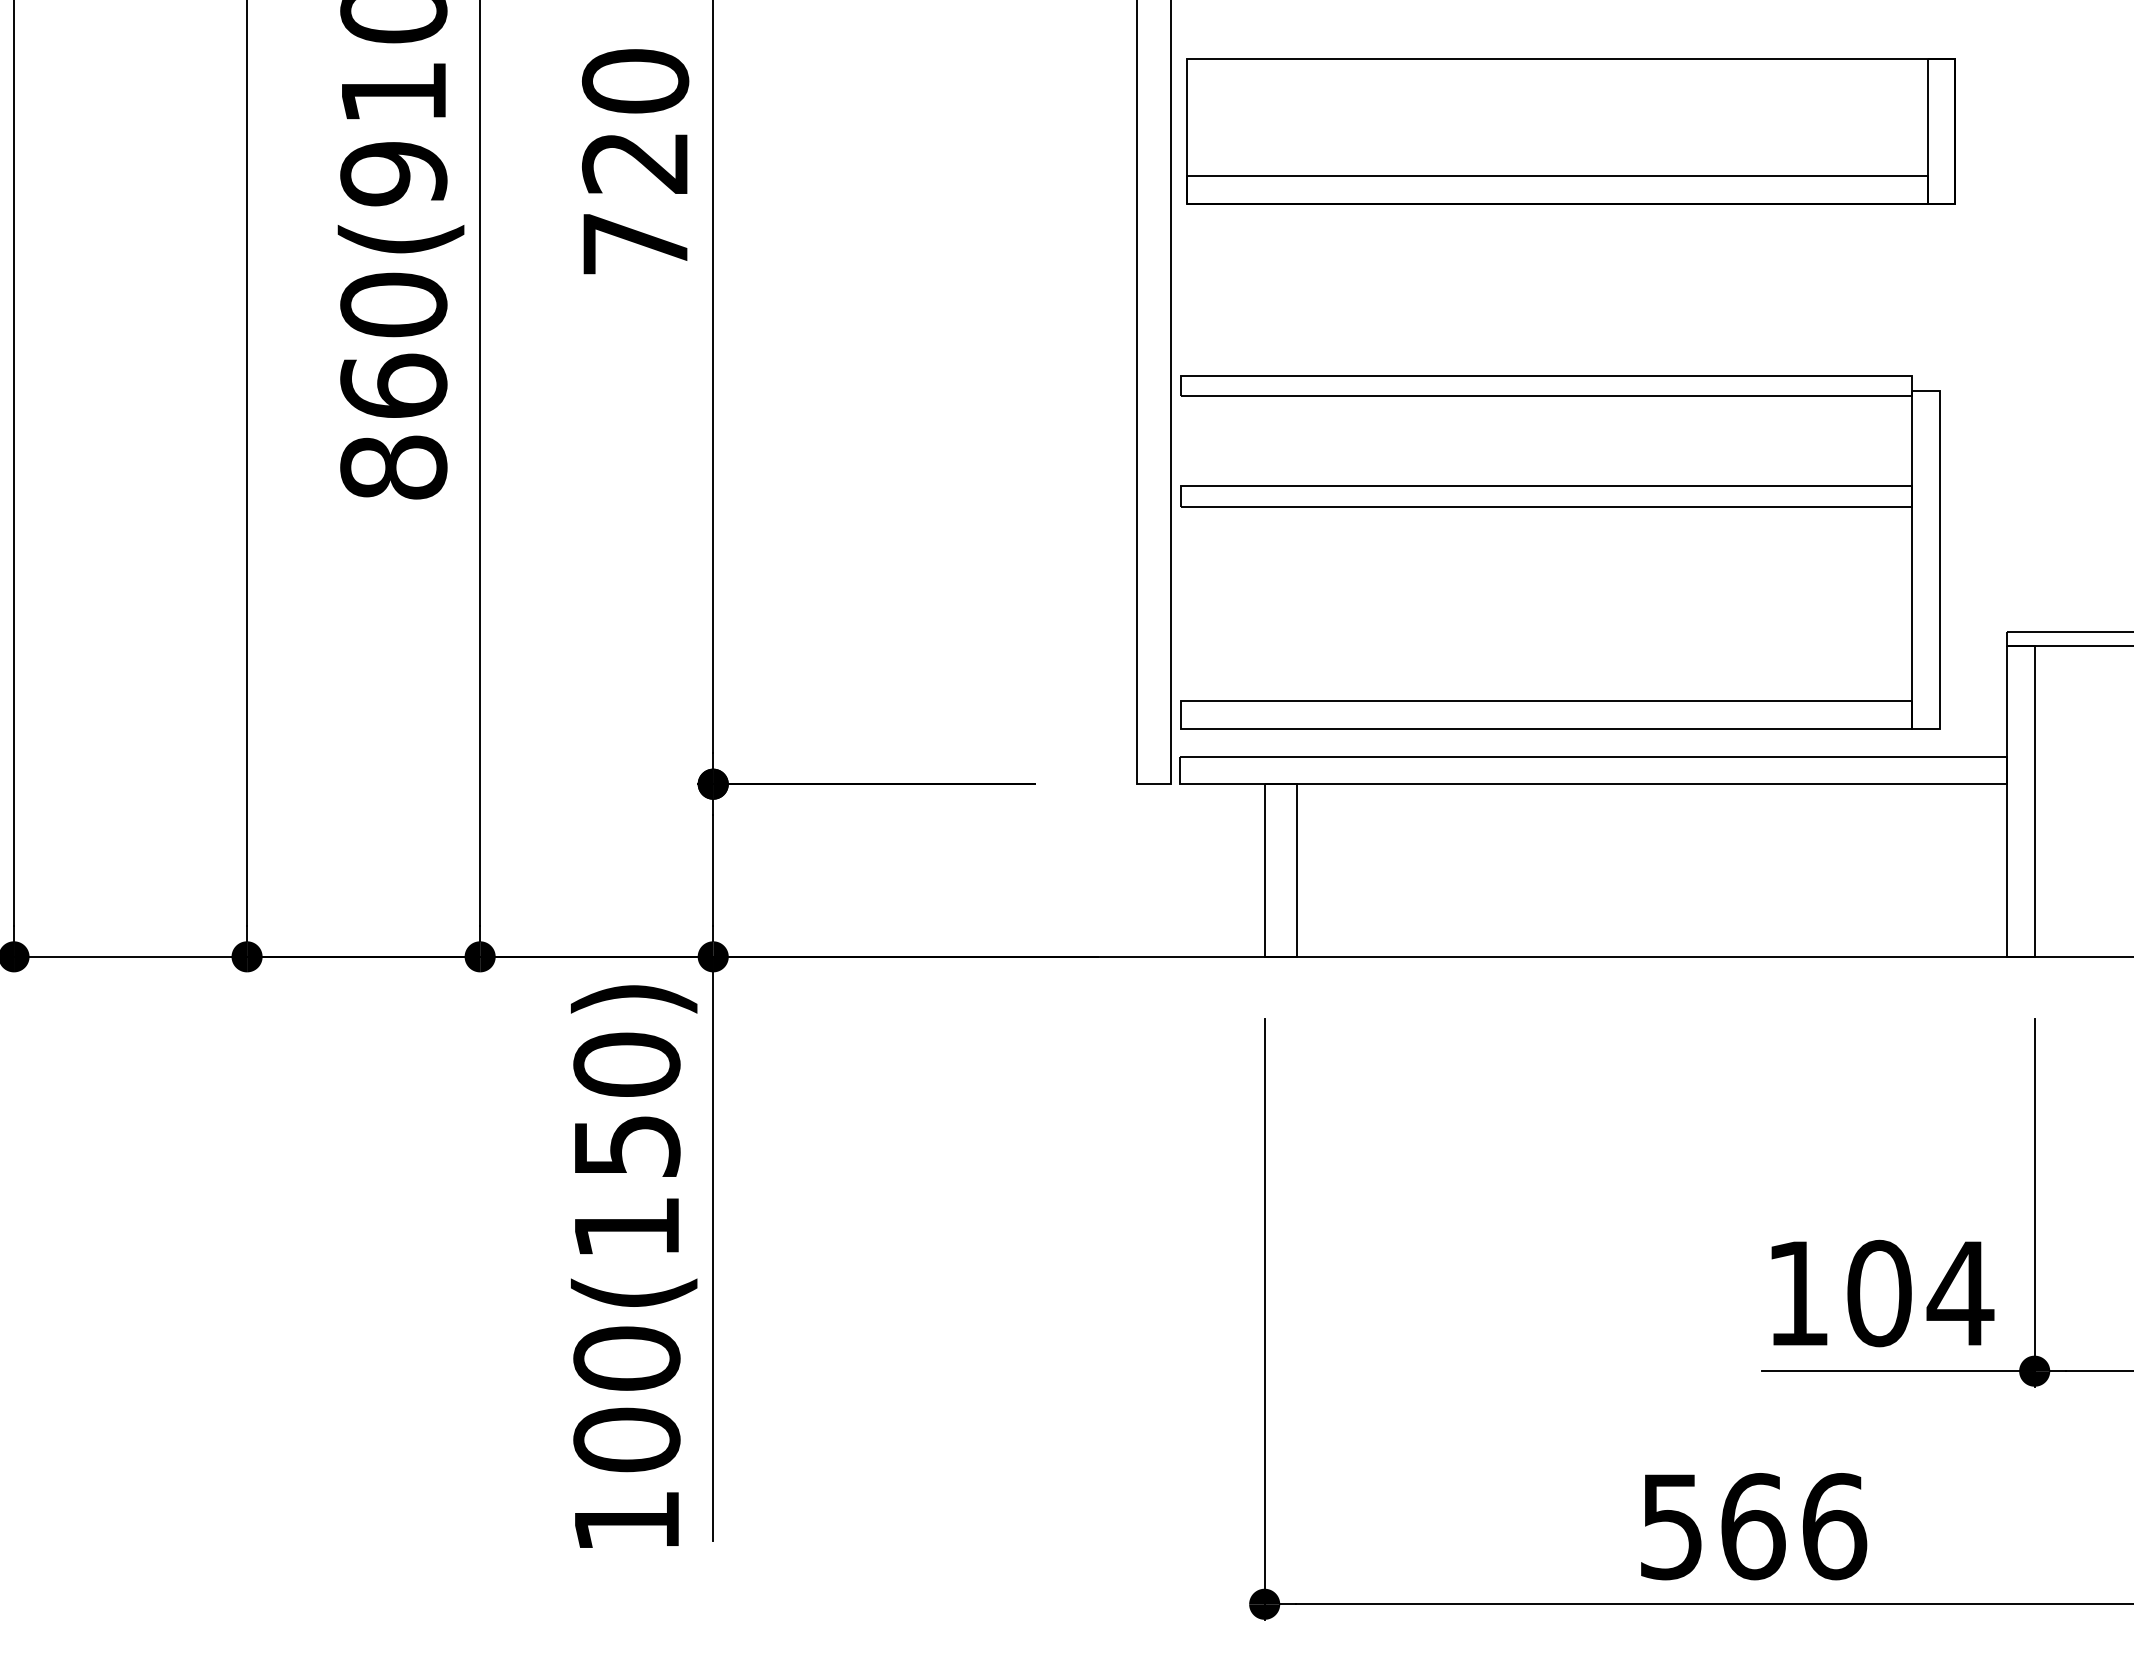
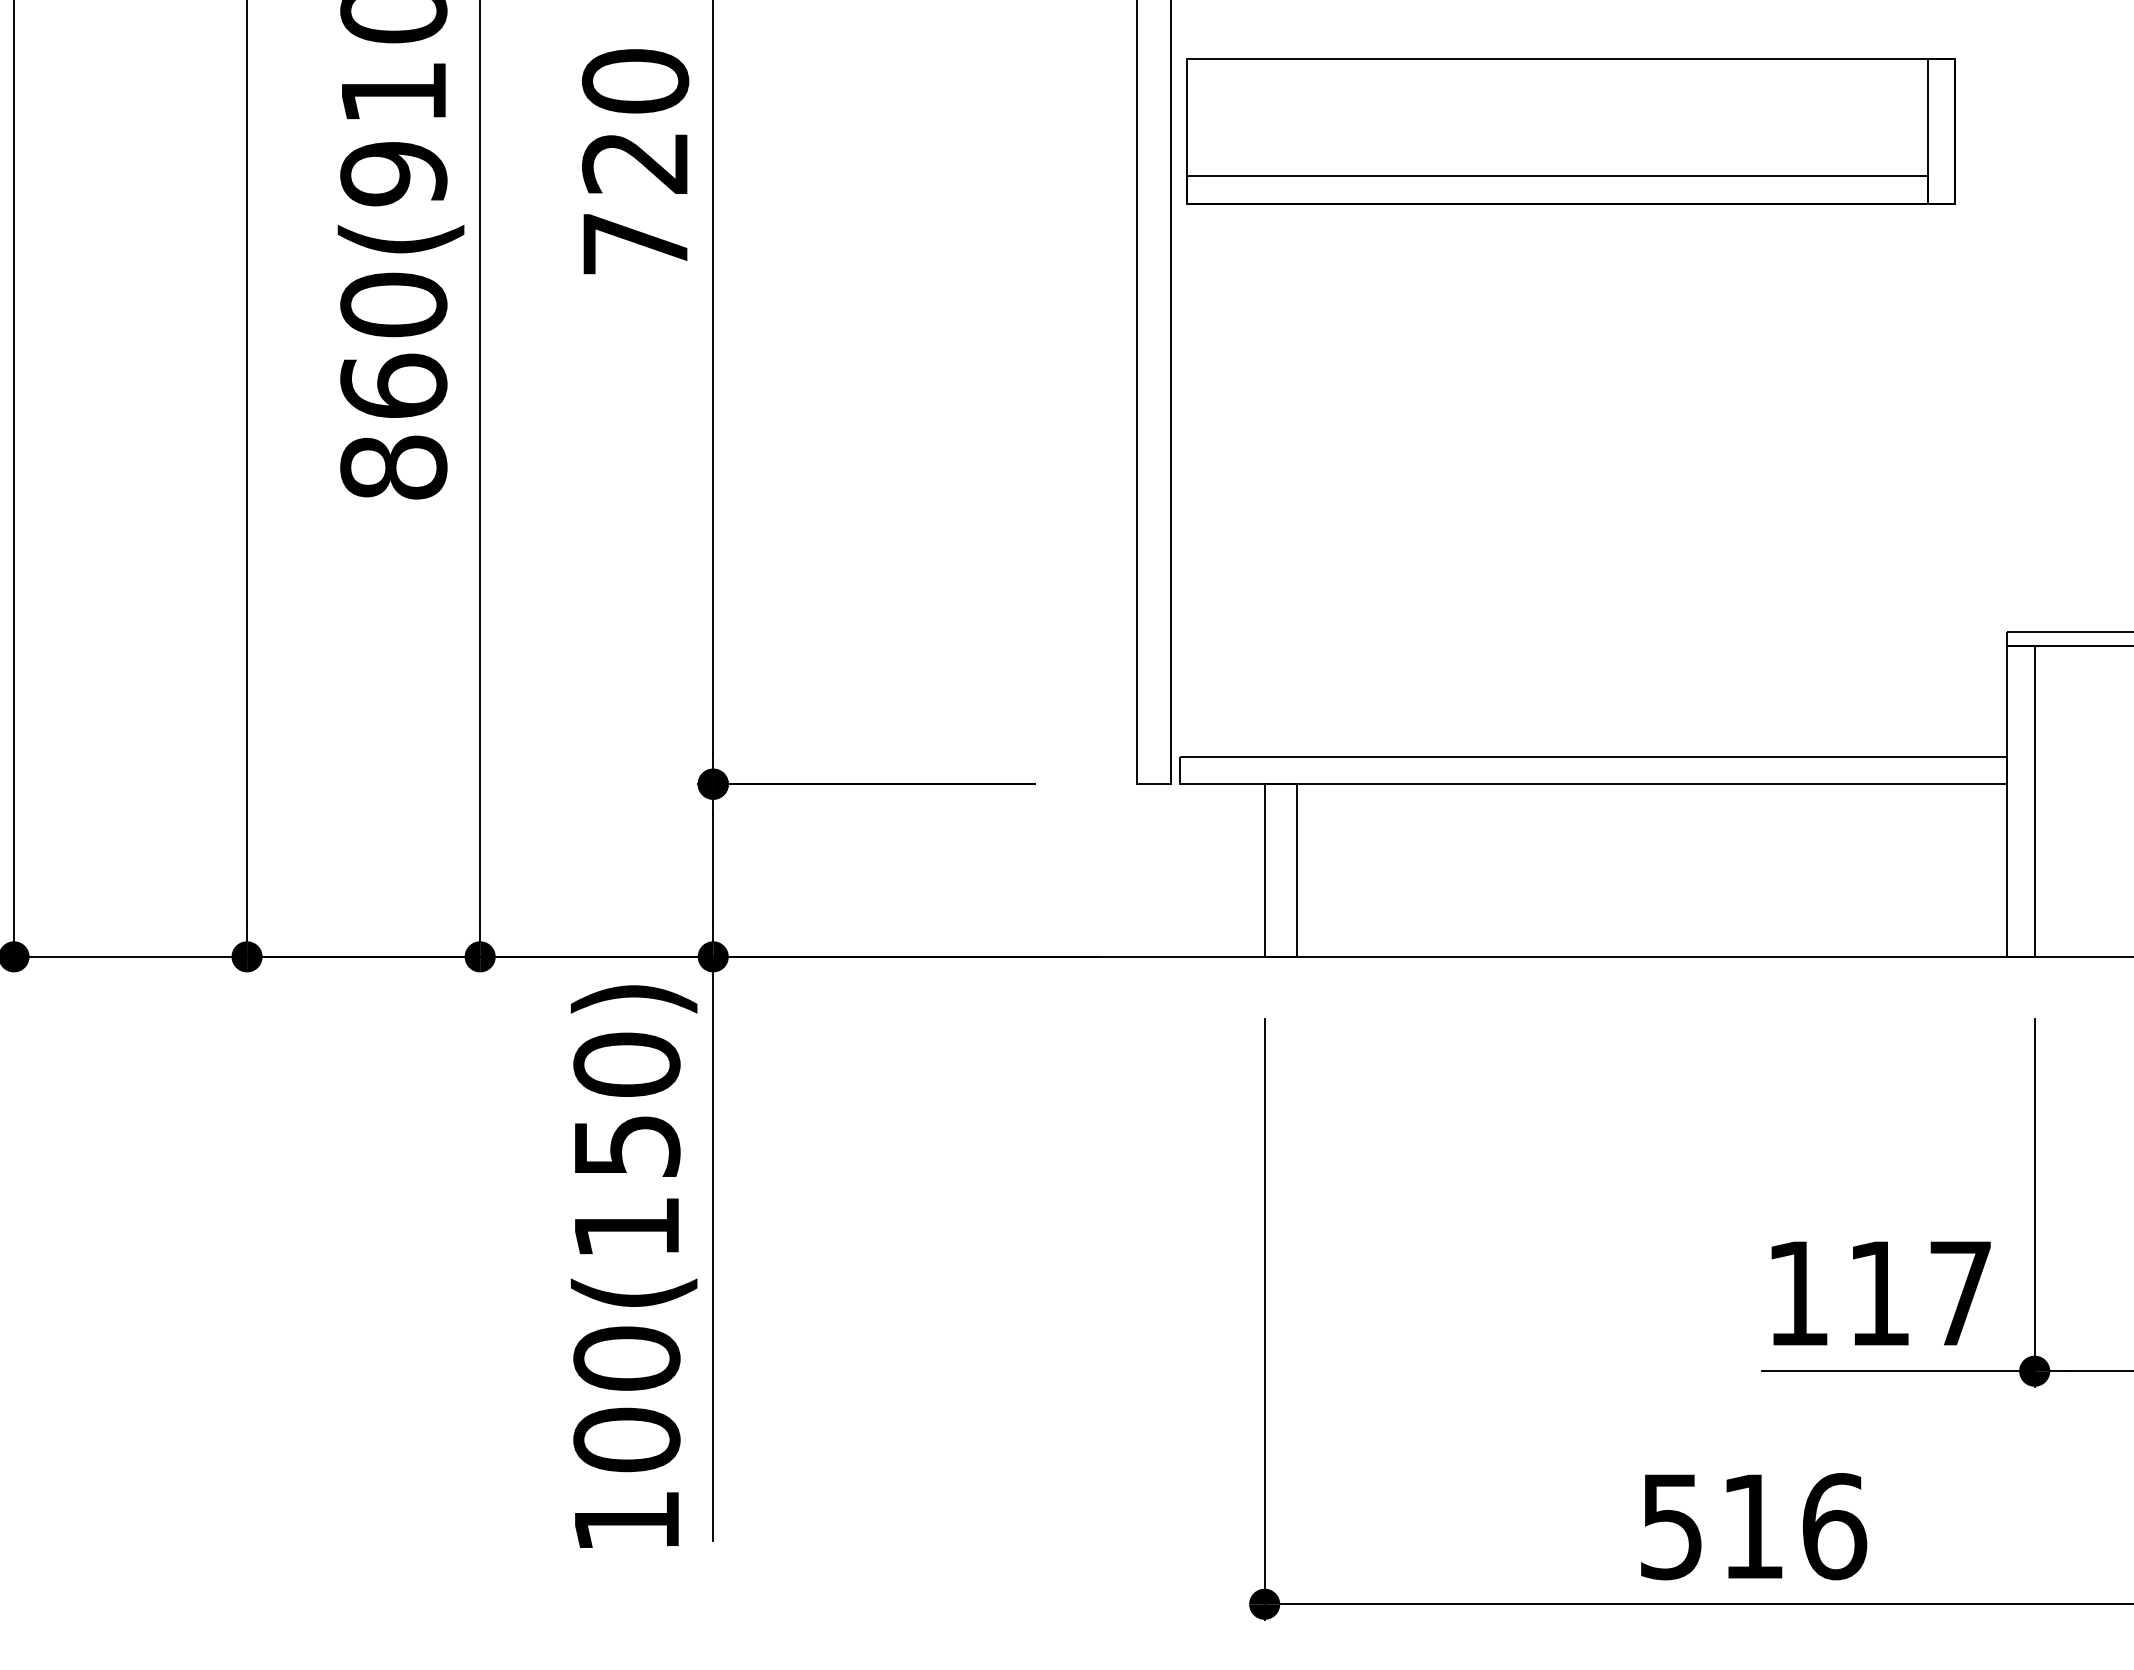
part at (1560, 507): present -> none
text at (1920, 1293): 104 -> 117
text at (1753, 1526): 566 -> 516
